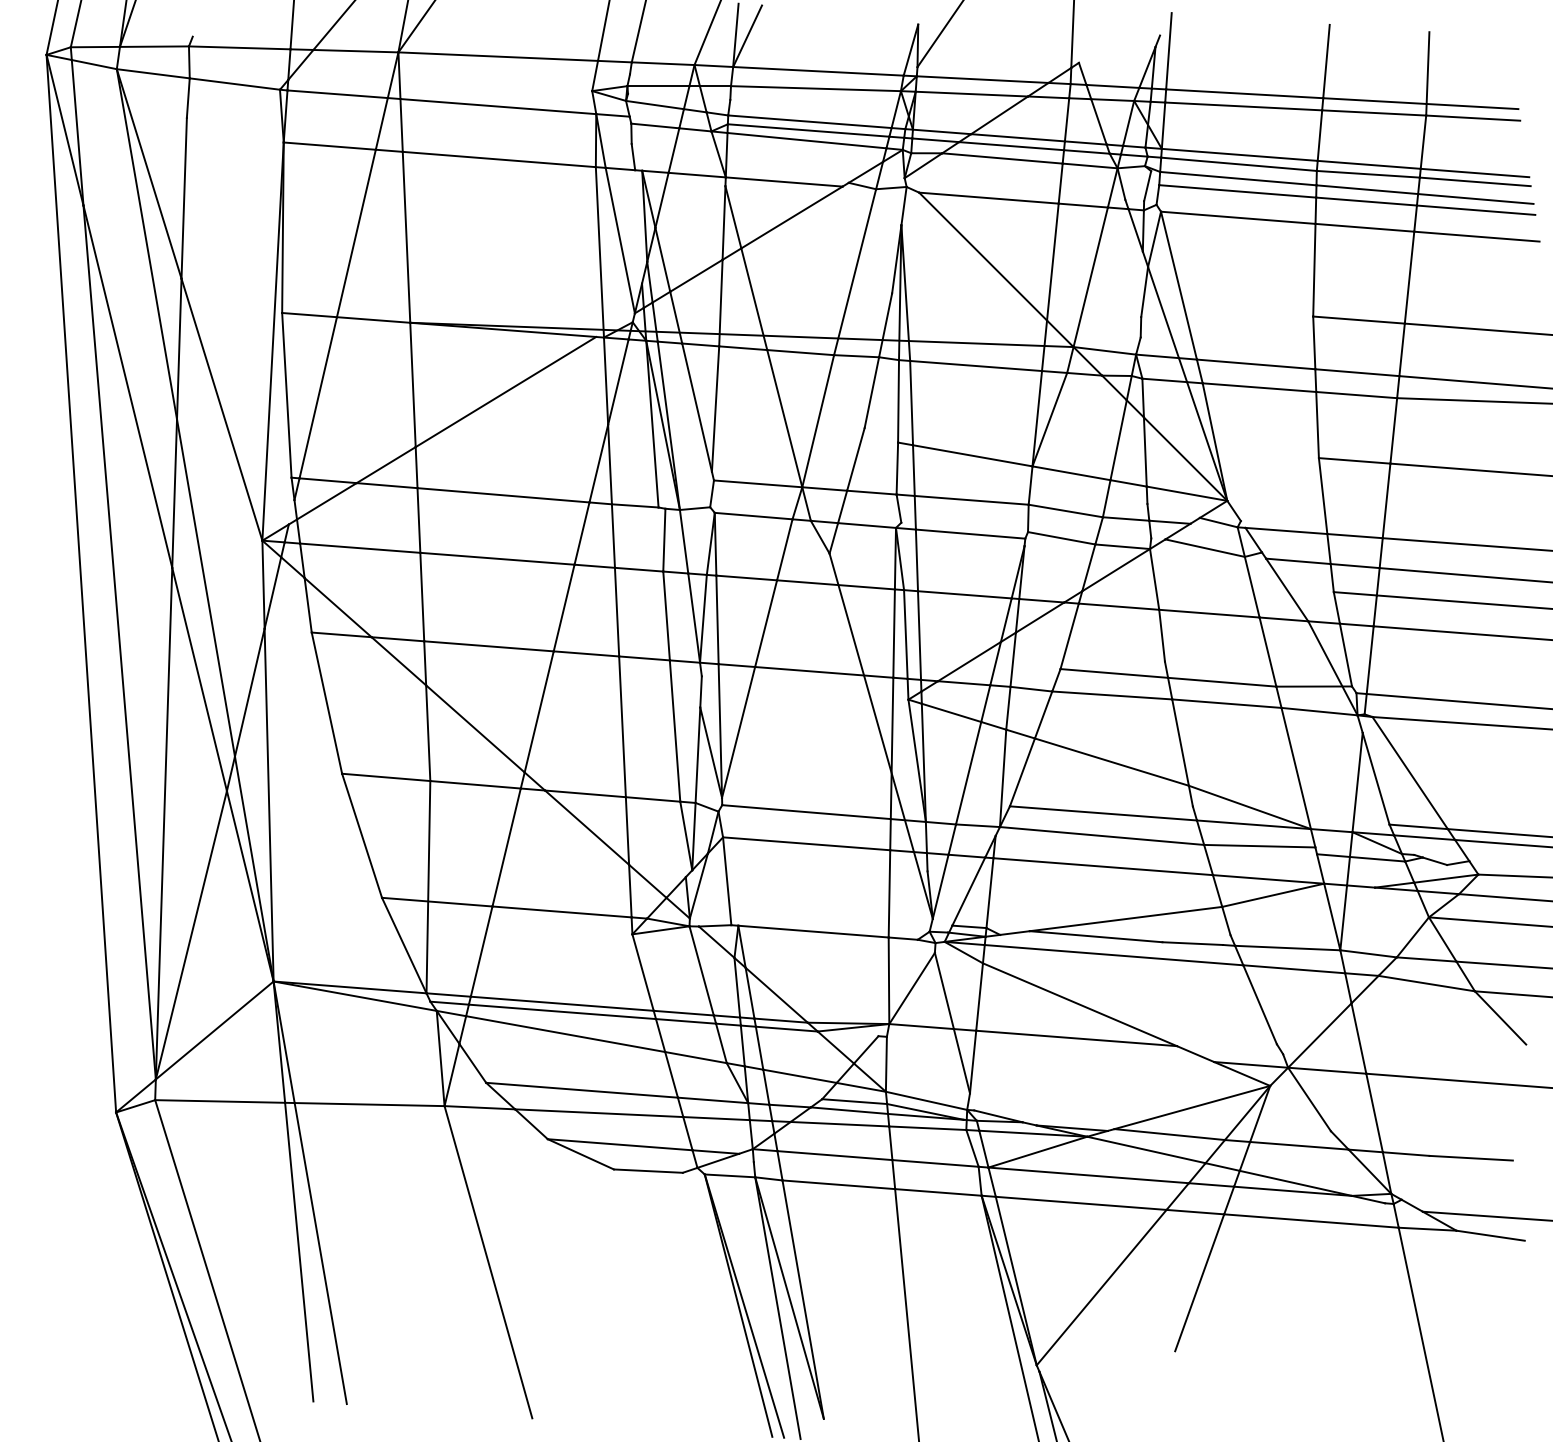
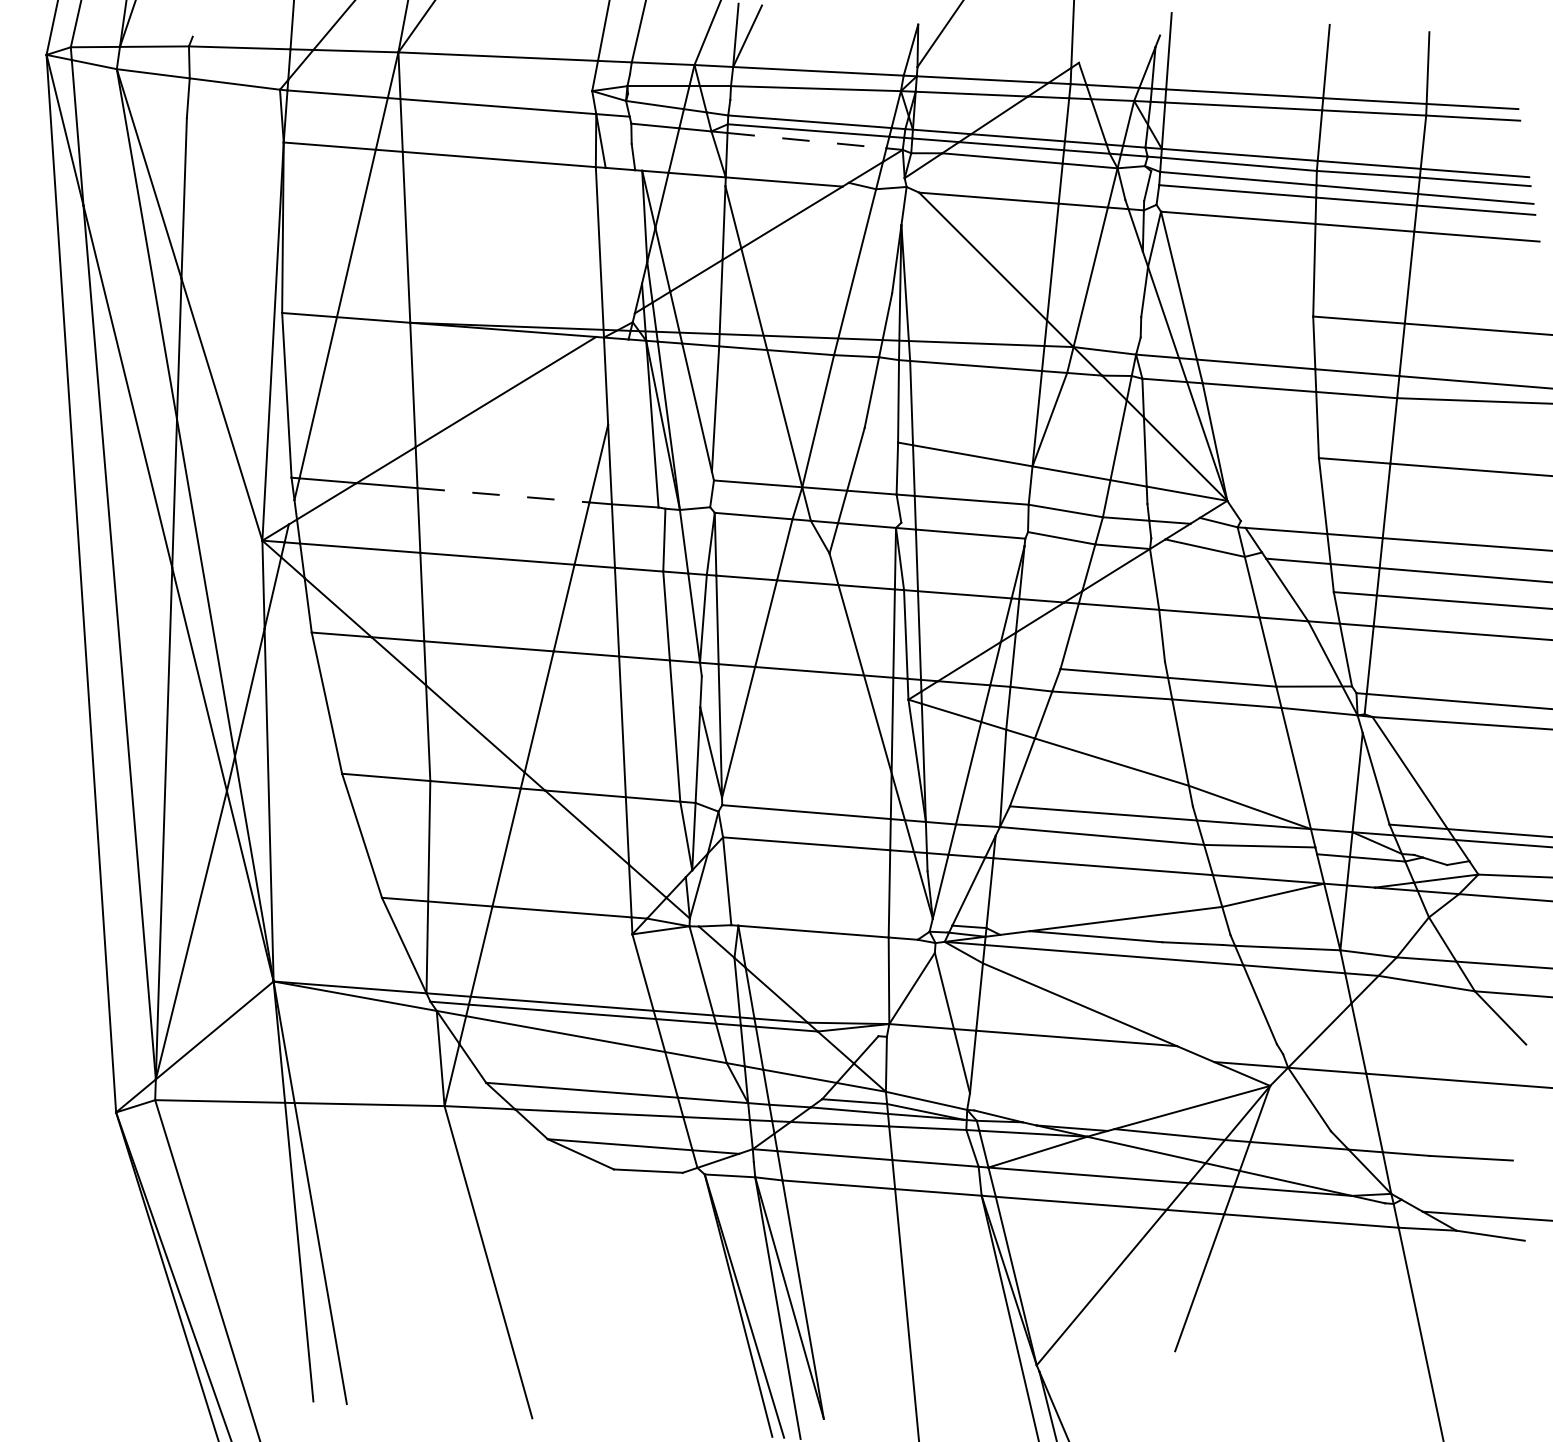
line at (807, 140): solid -> dashed
line at (619, 240): present -> none
line at (618, 381): present -> none
line at (504, 495): solid -> dashed
line at (1488, 921): present -> none
